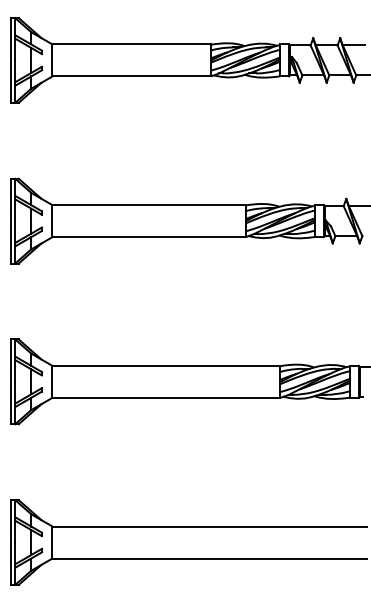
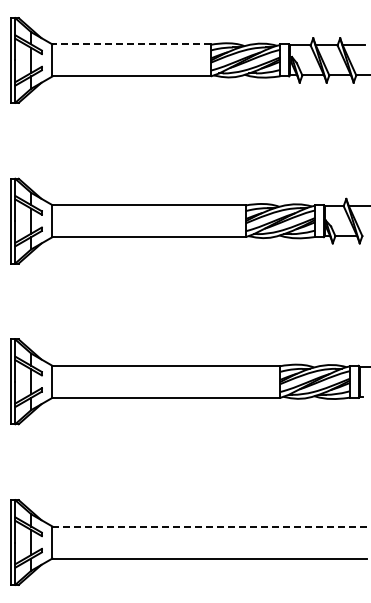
line at (131, 44): solid -> dashed
line at (209, 526): solid -> dashed
